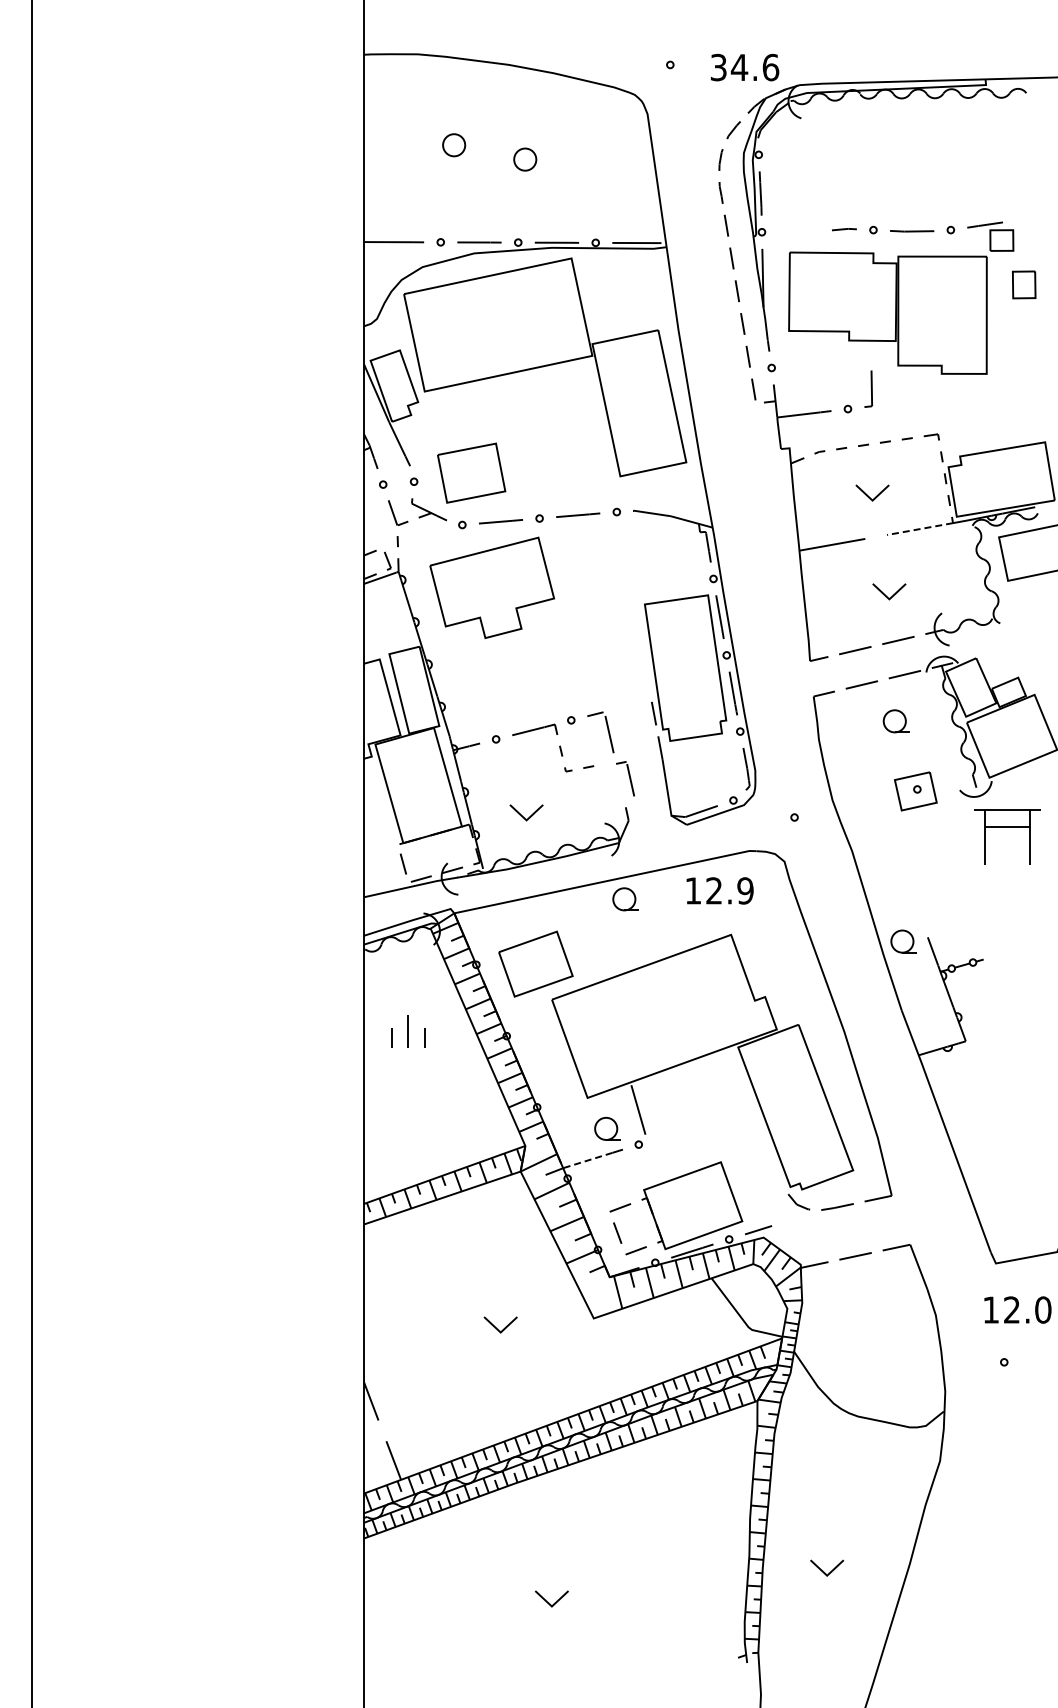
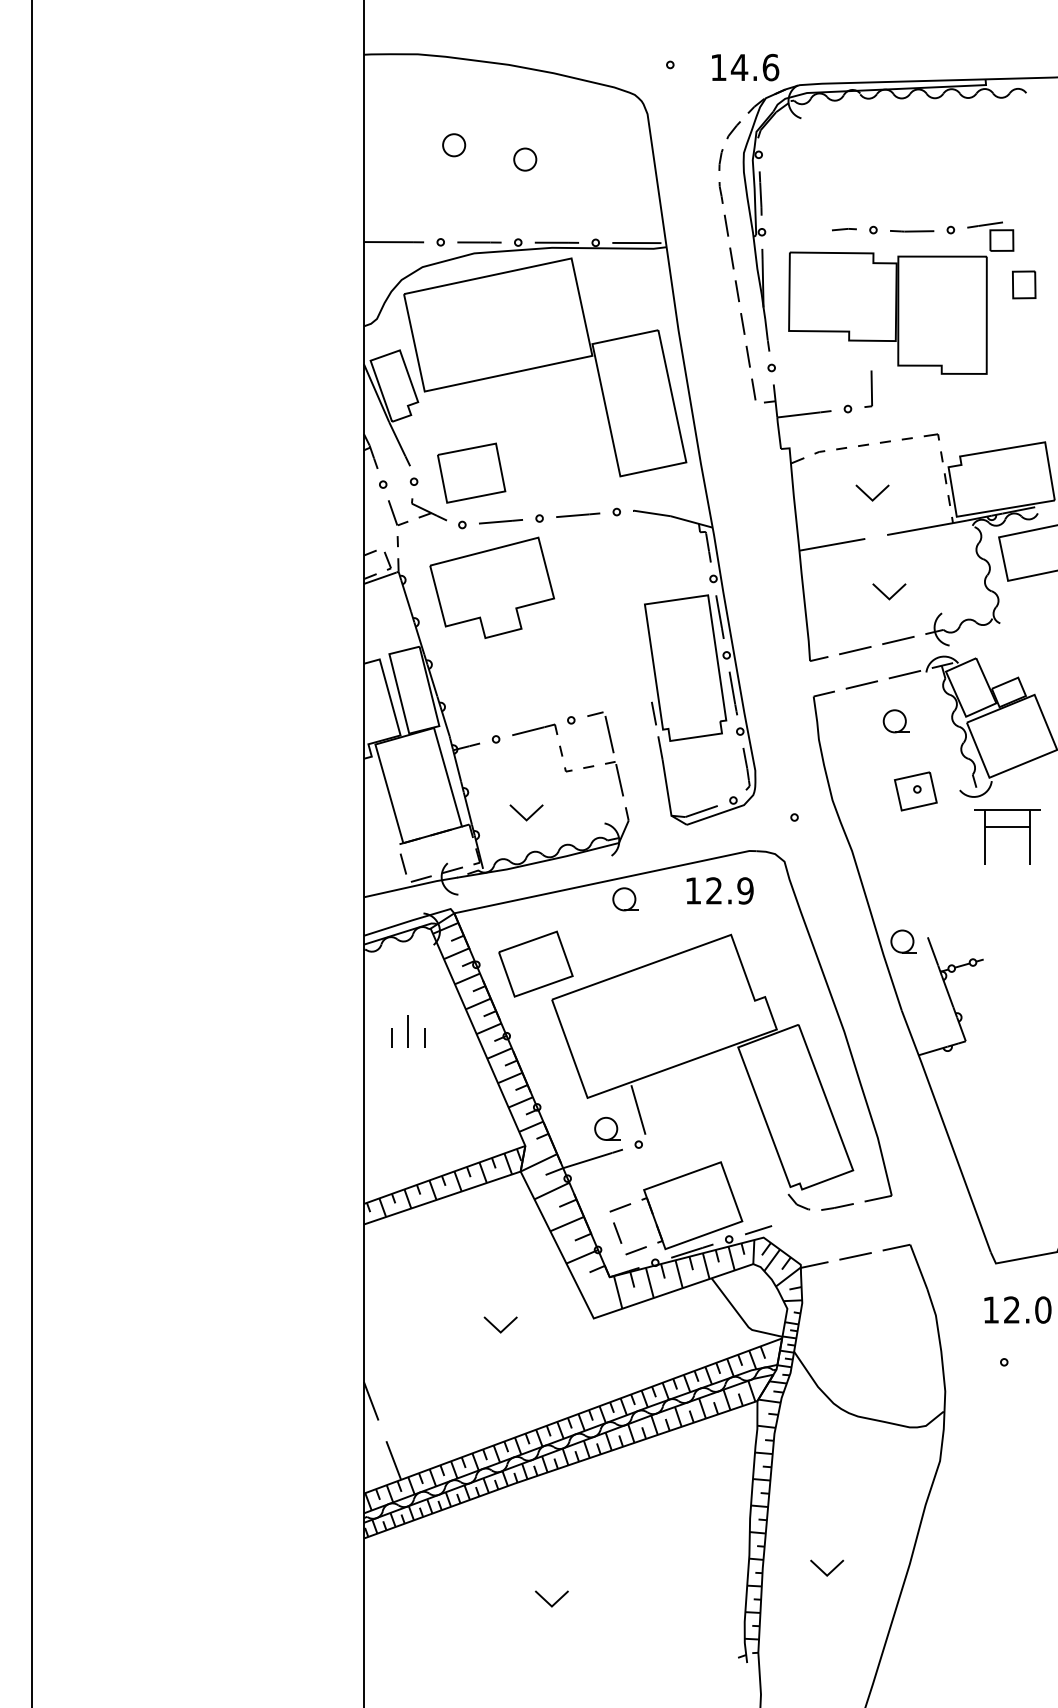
text at (718, 67): 34.6 -> 14.6
line at (919, 529): dashed -> solid
part at (625, 778) position: (625, 778) -> (614, 778)
line at (587, 1160): dashed -> solid
